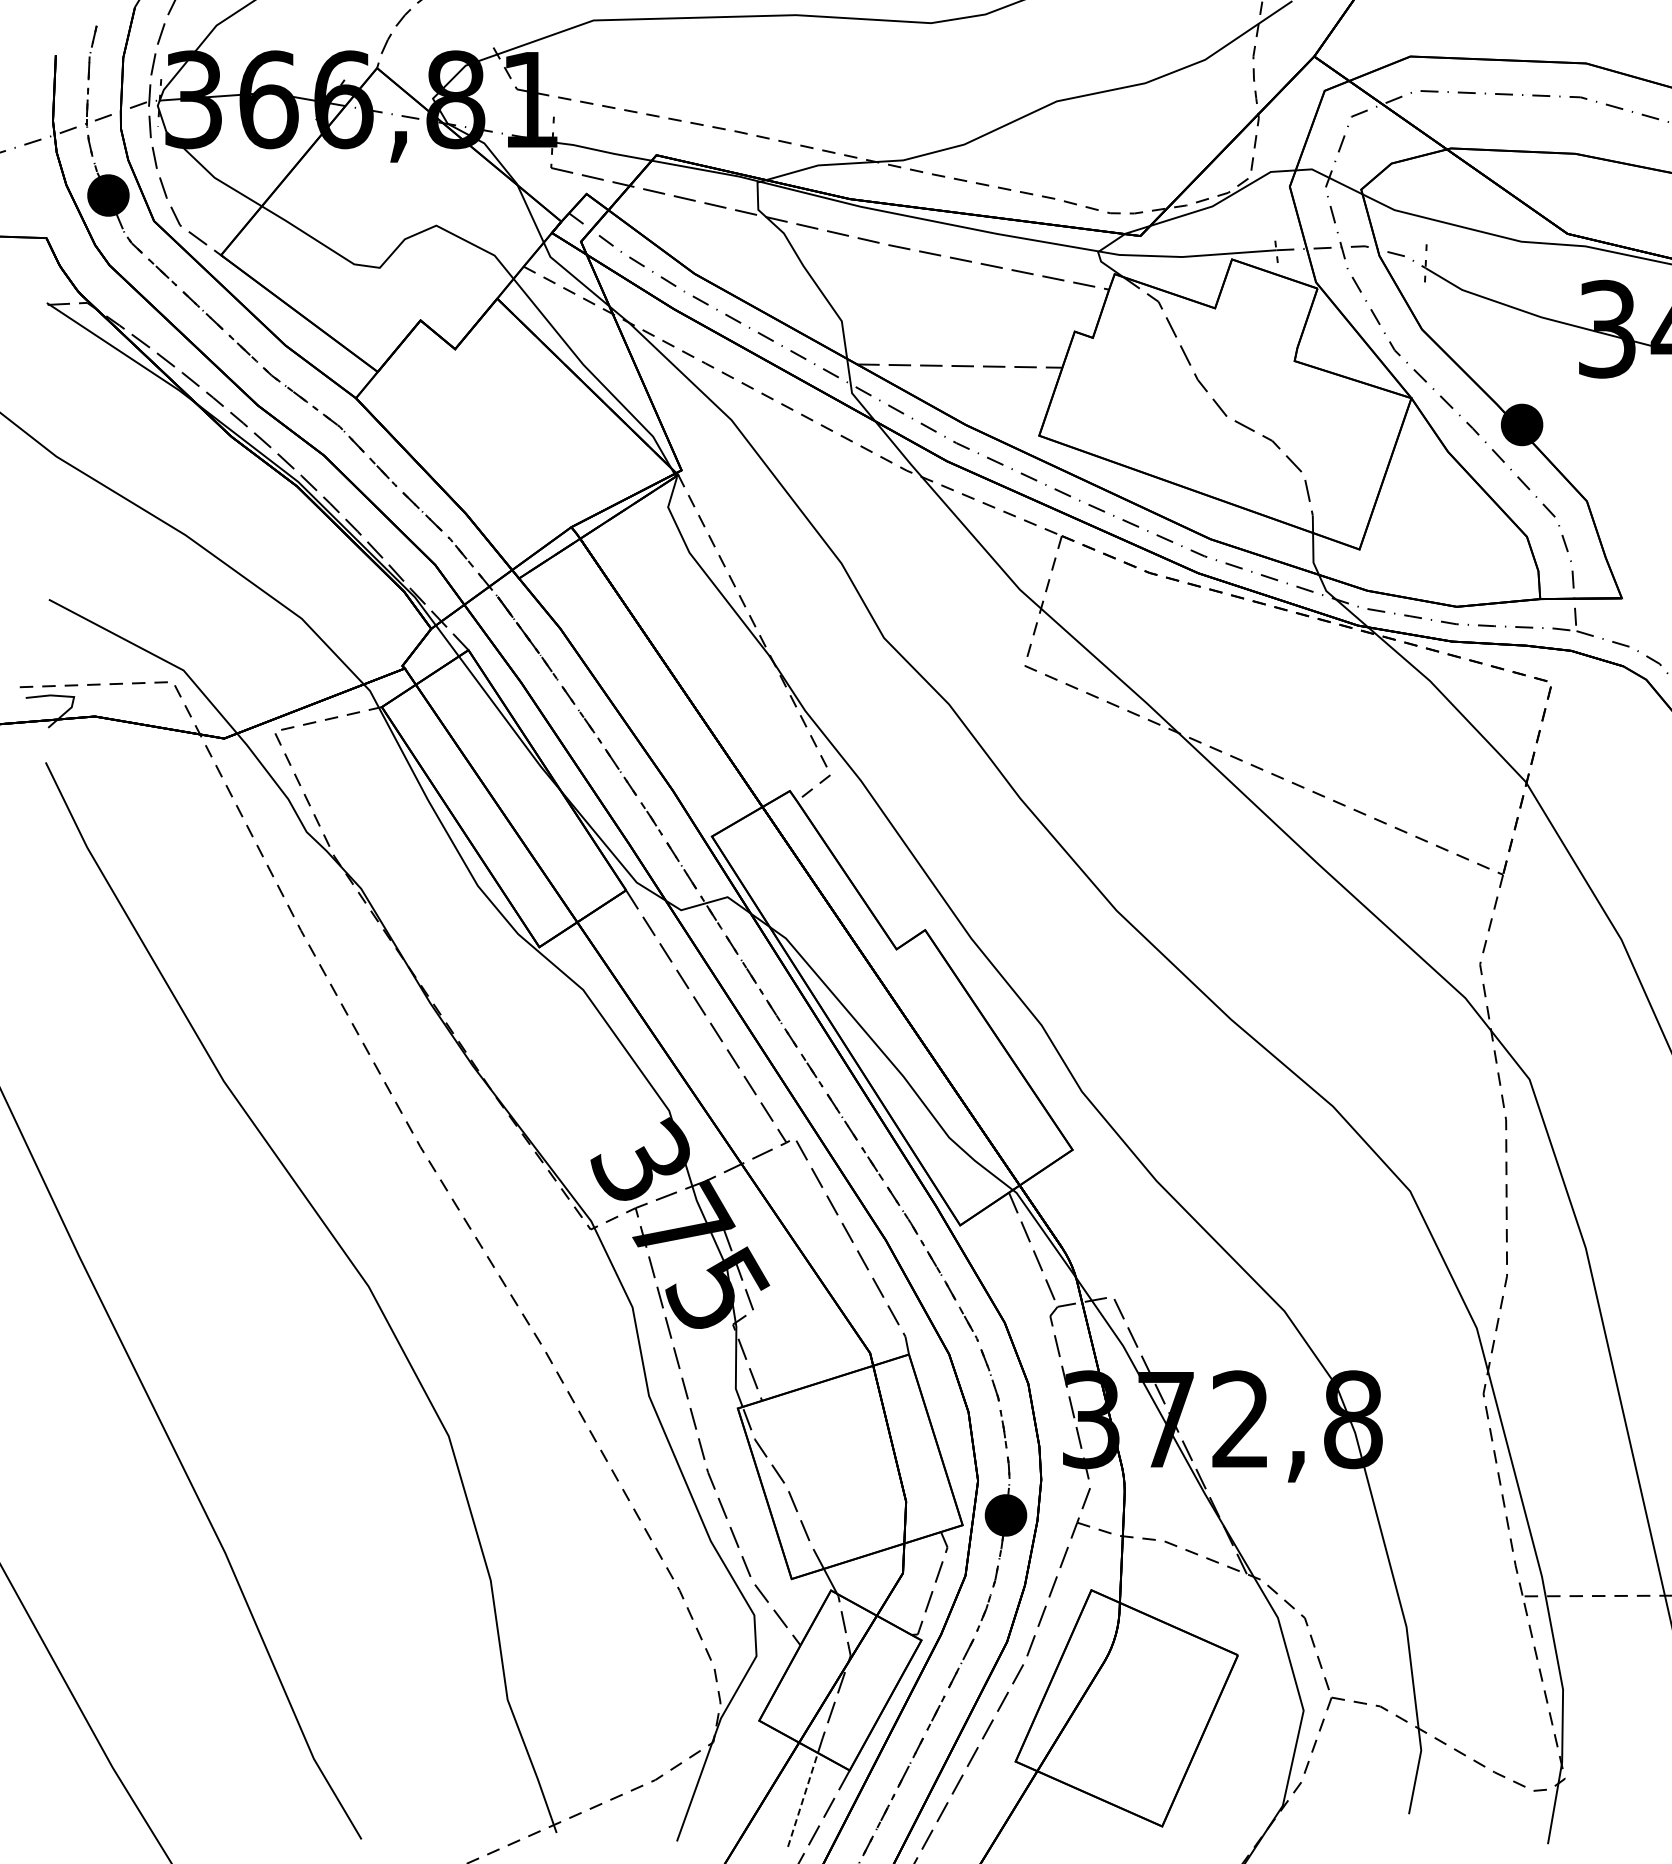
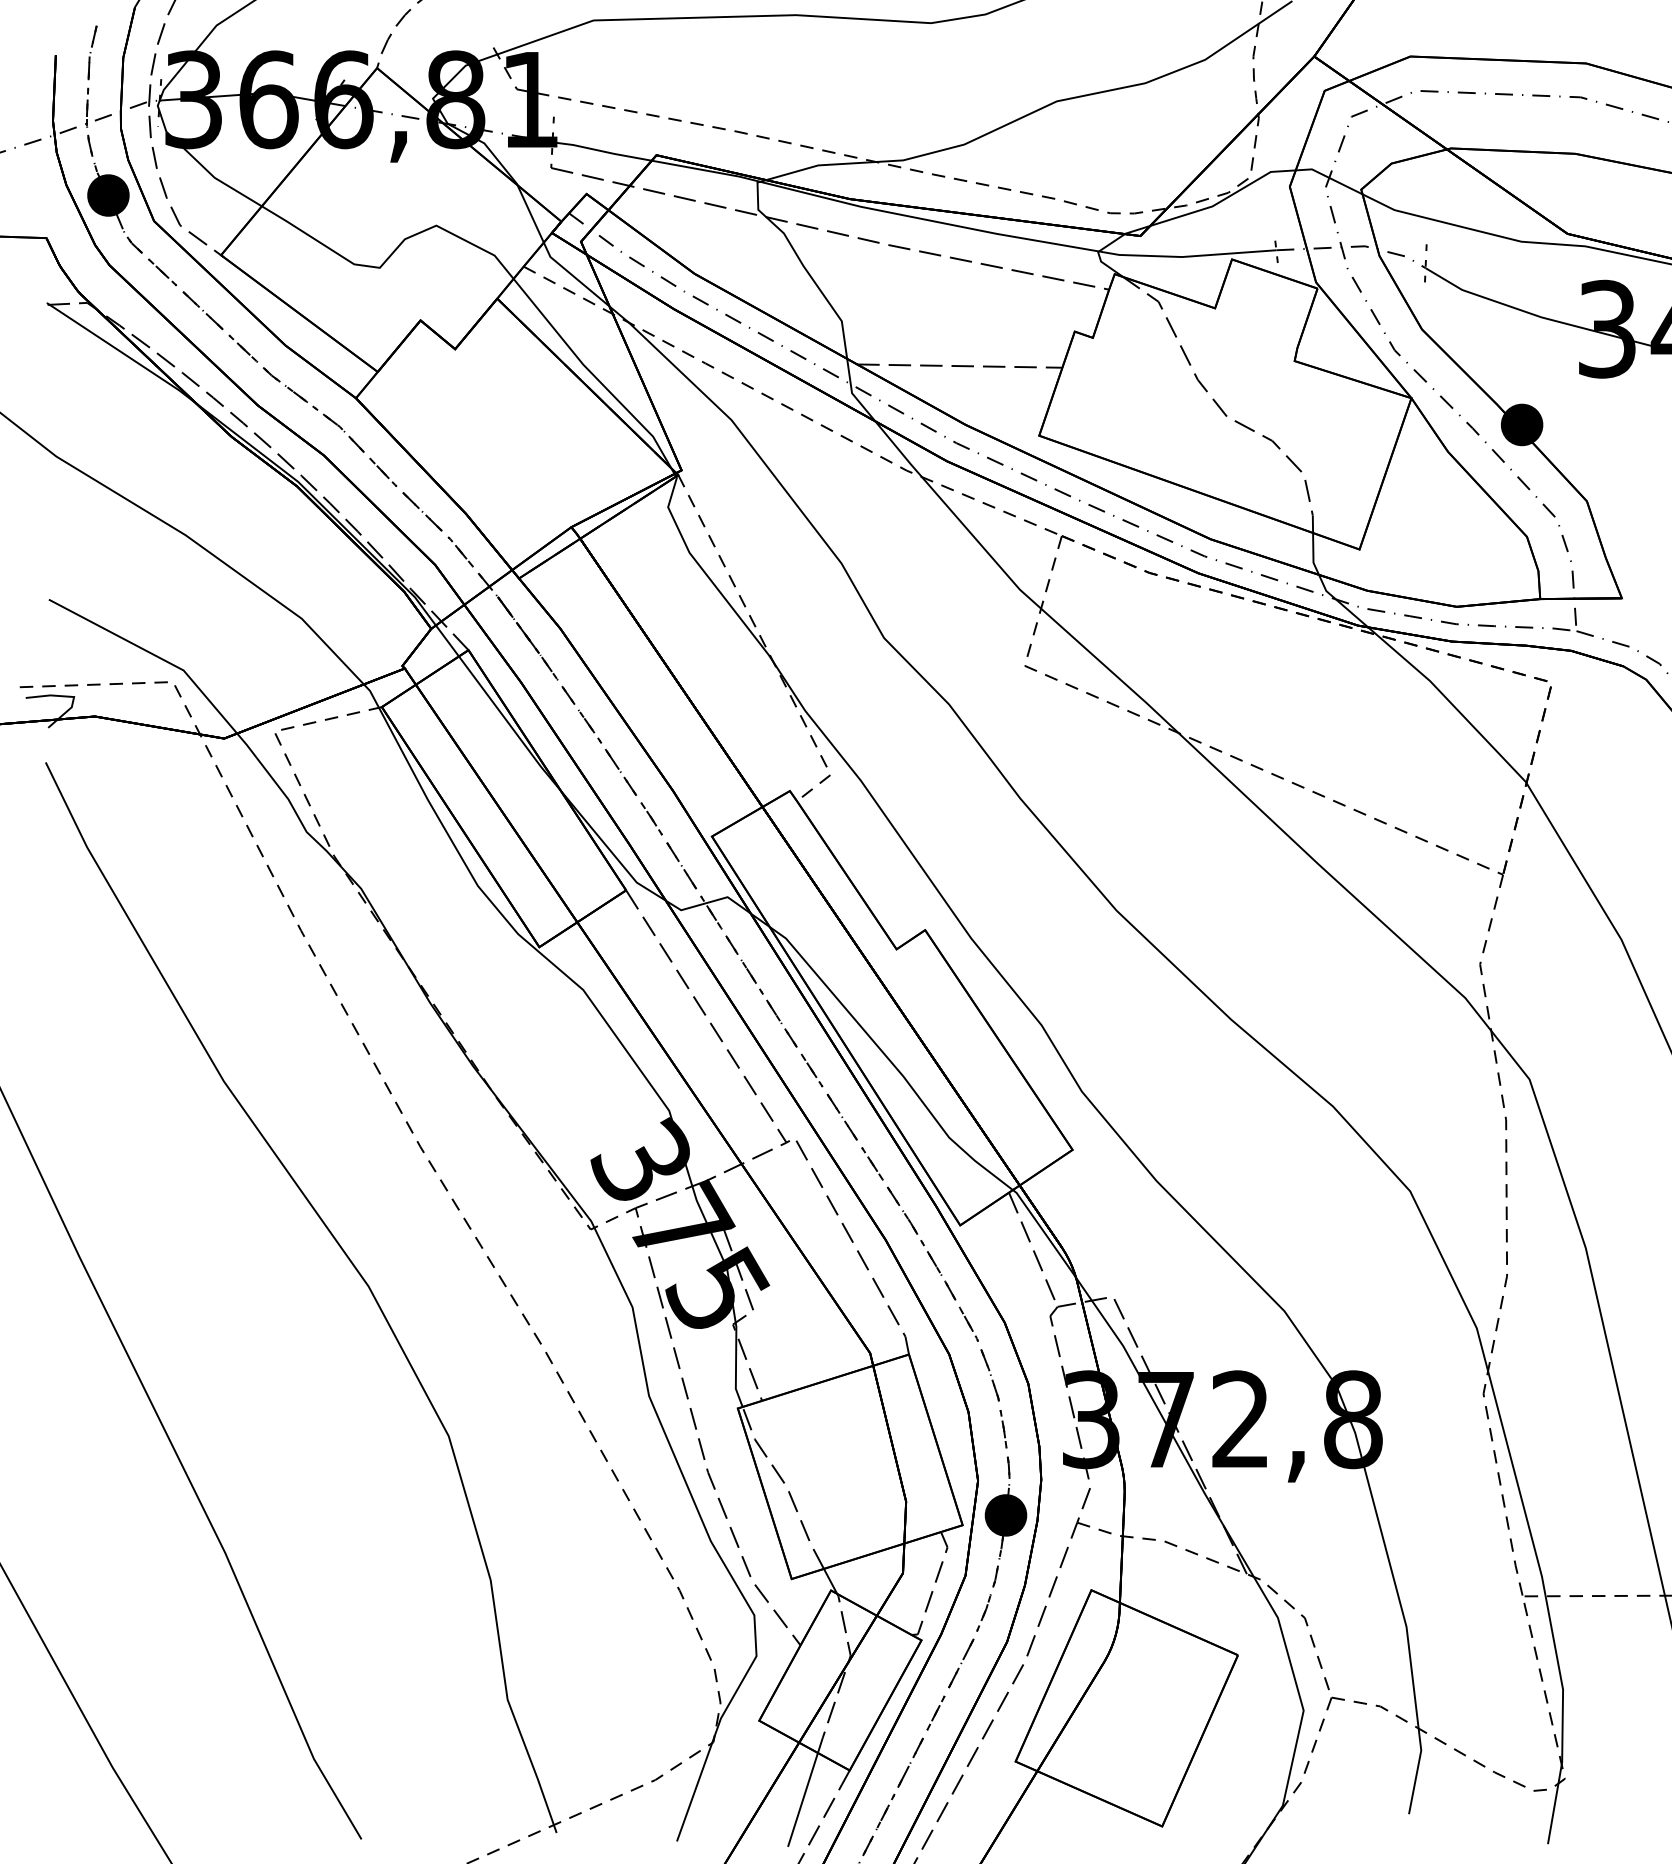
line at (803, 1799): dashed -> solid
